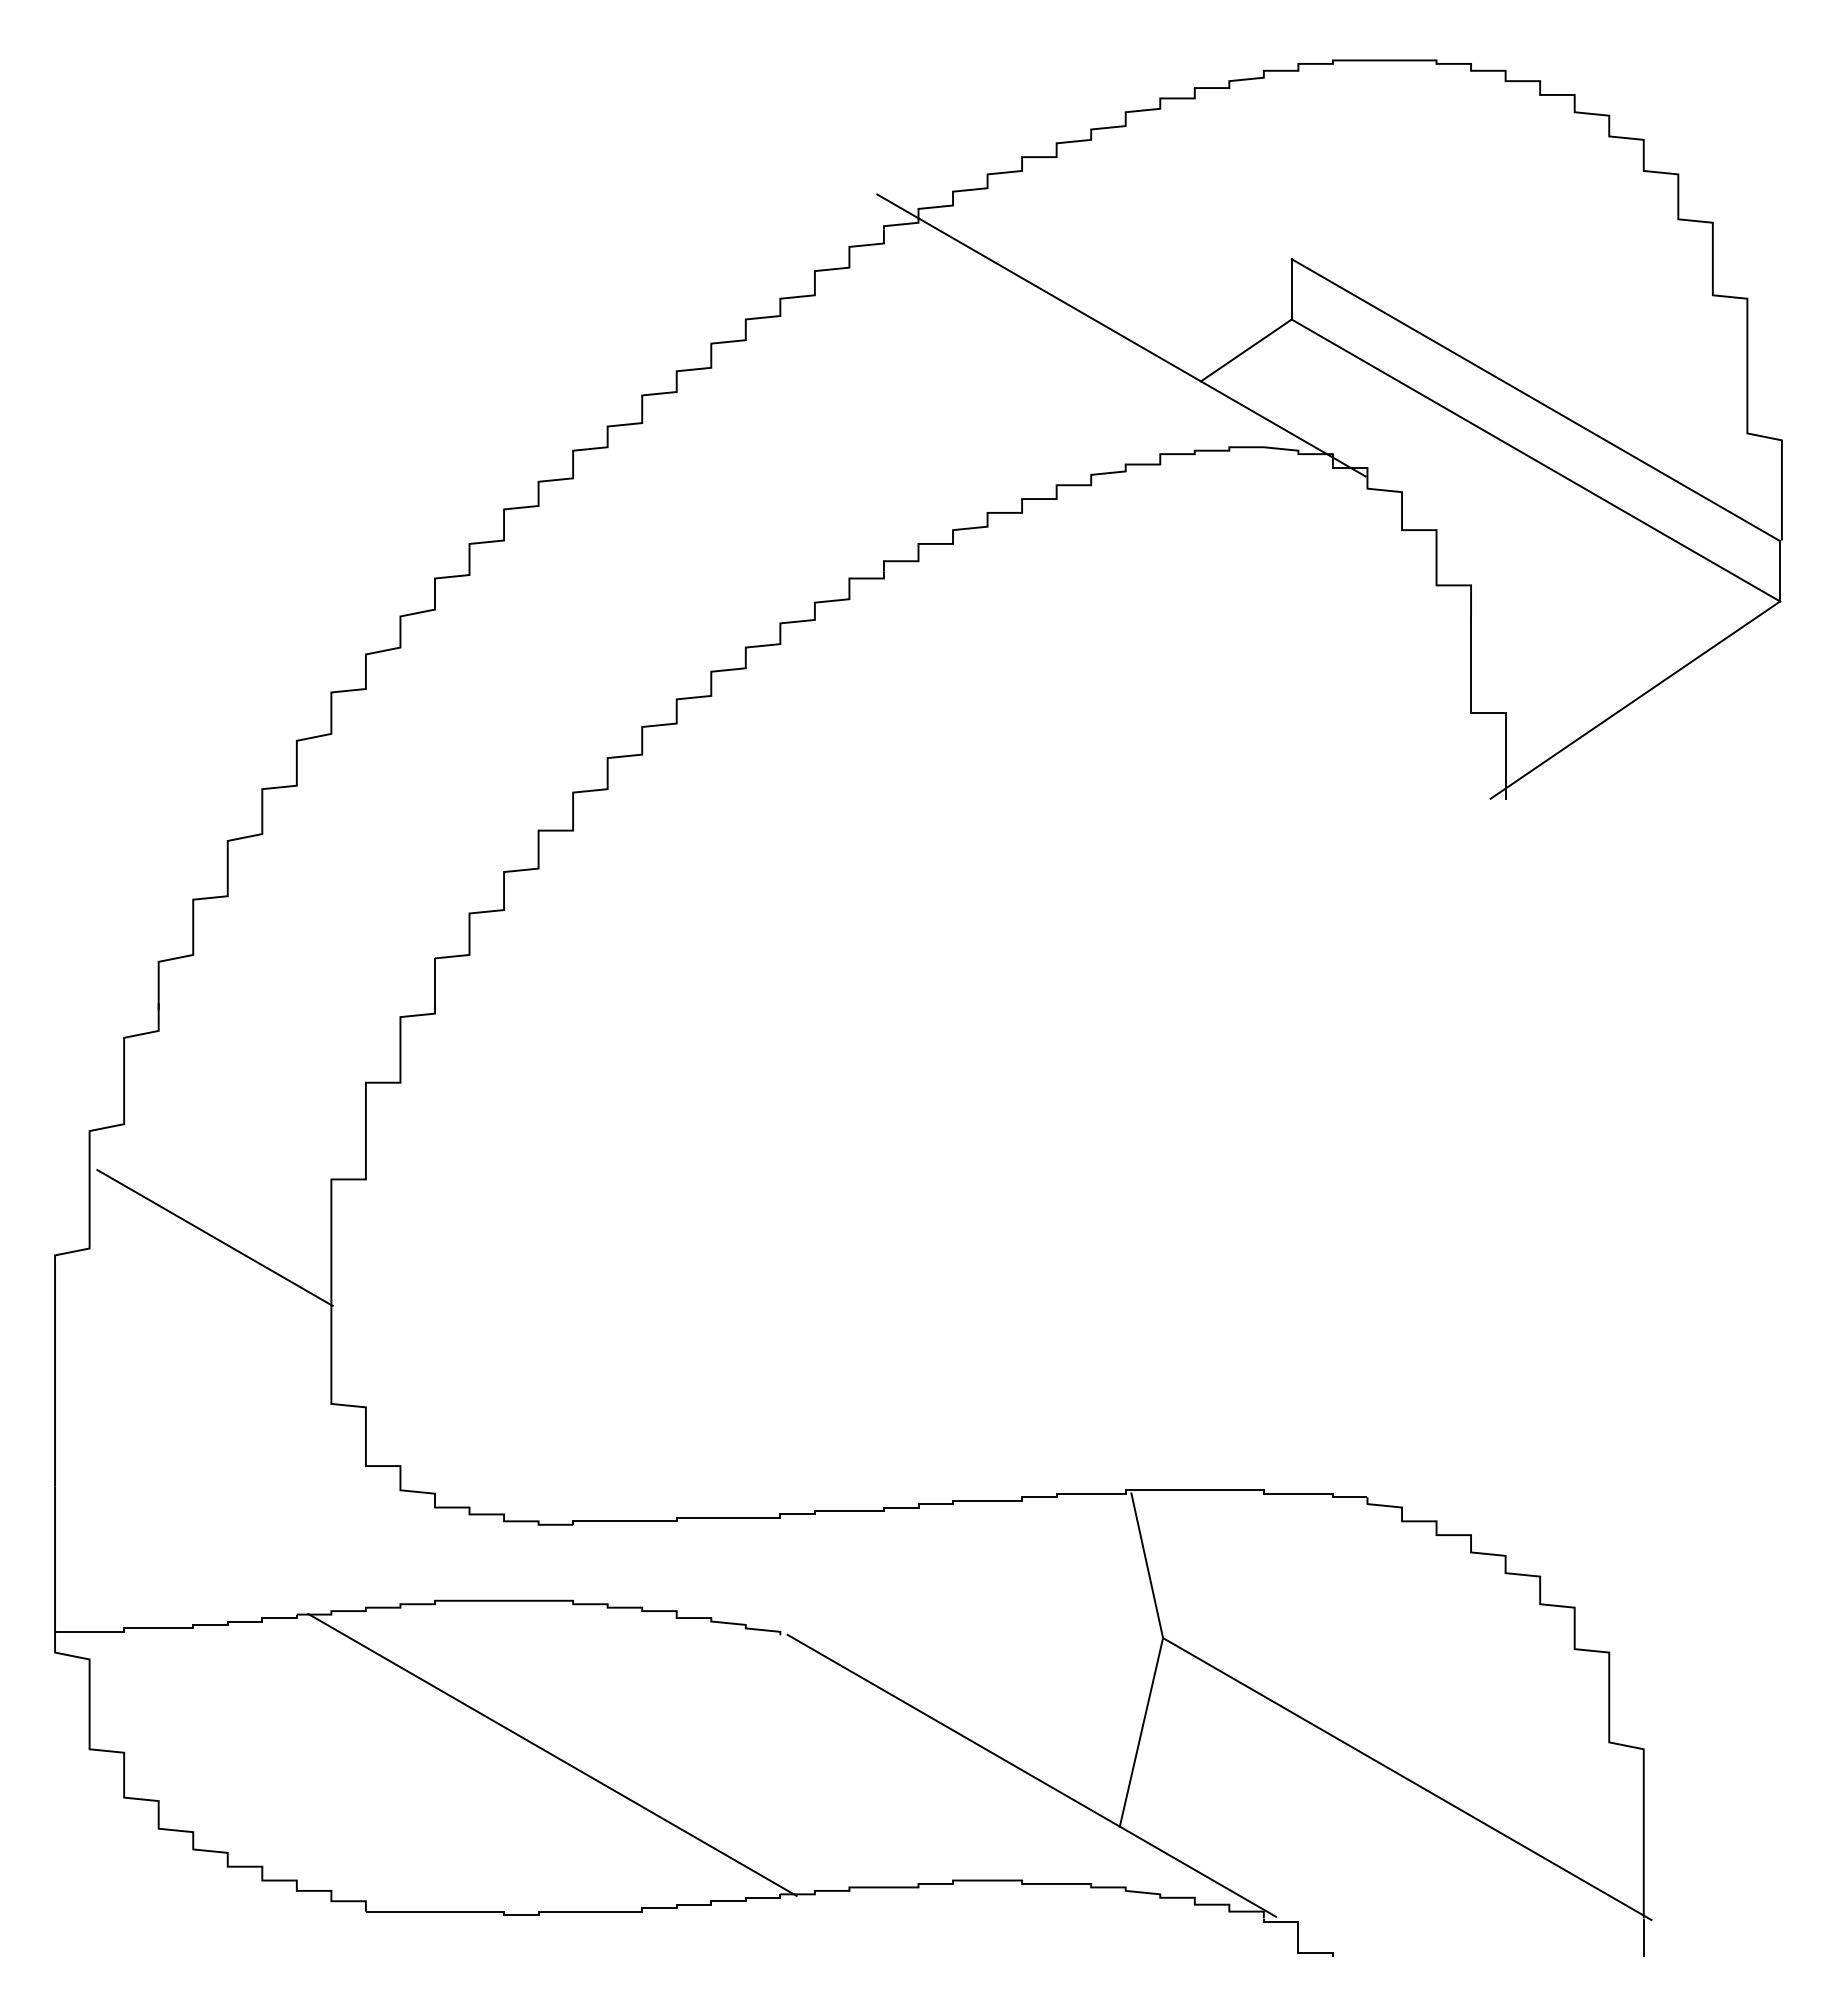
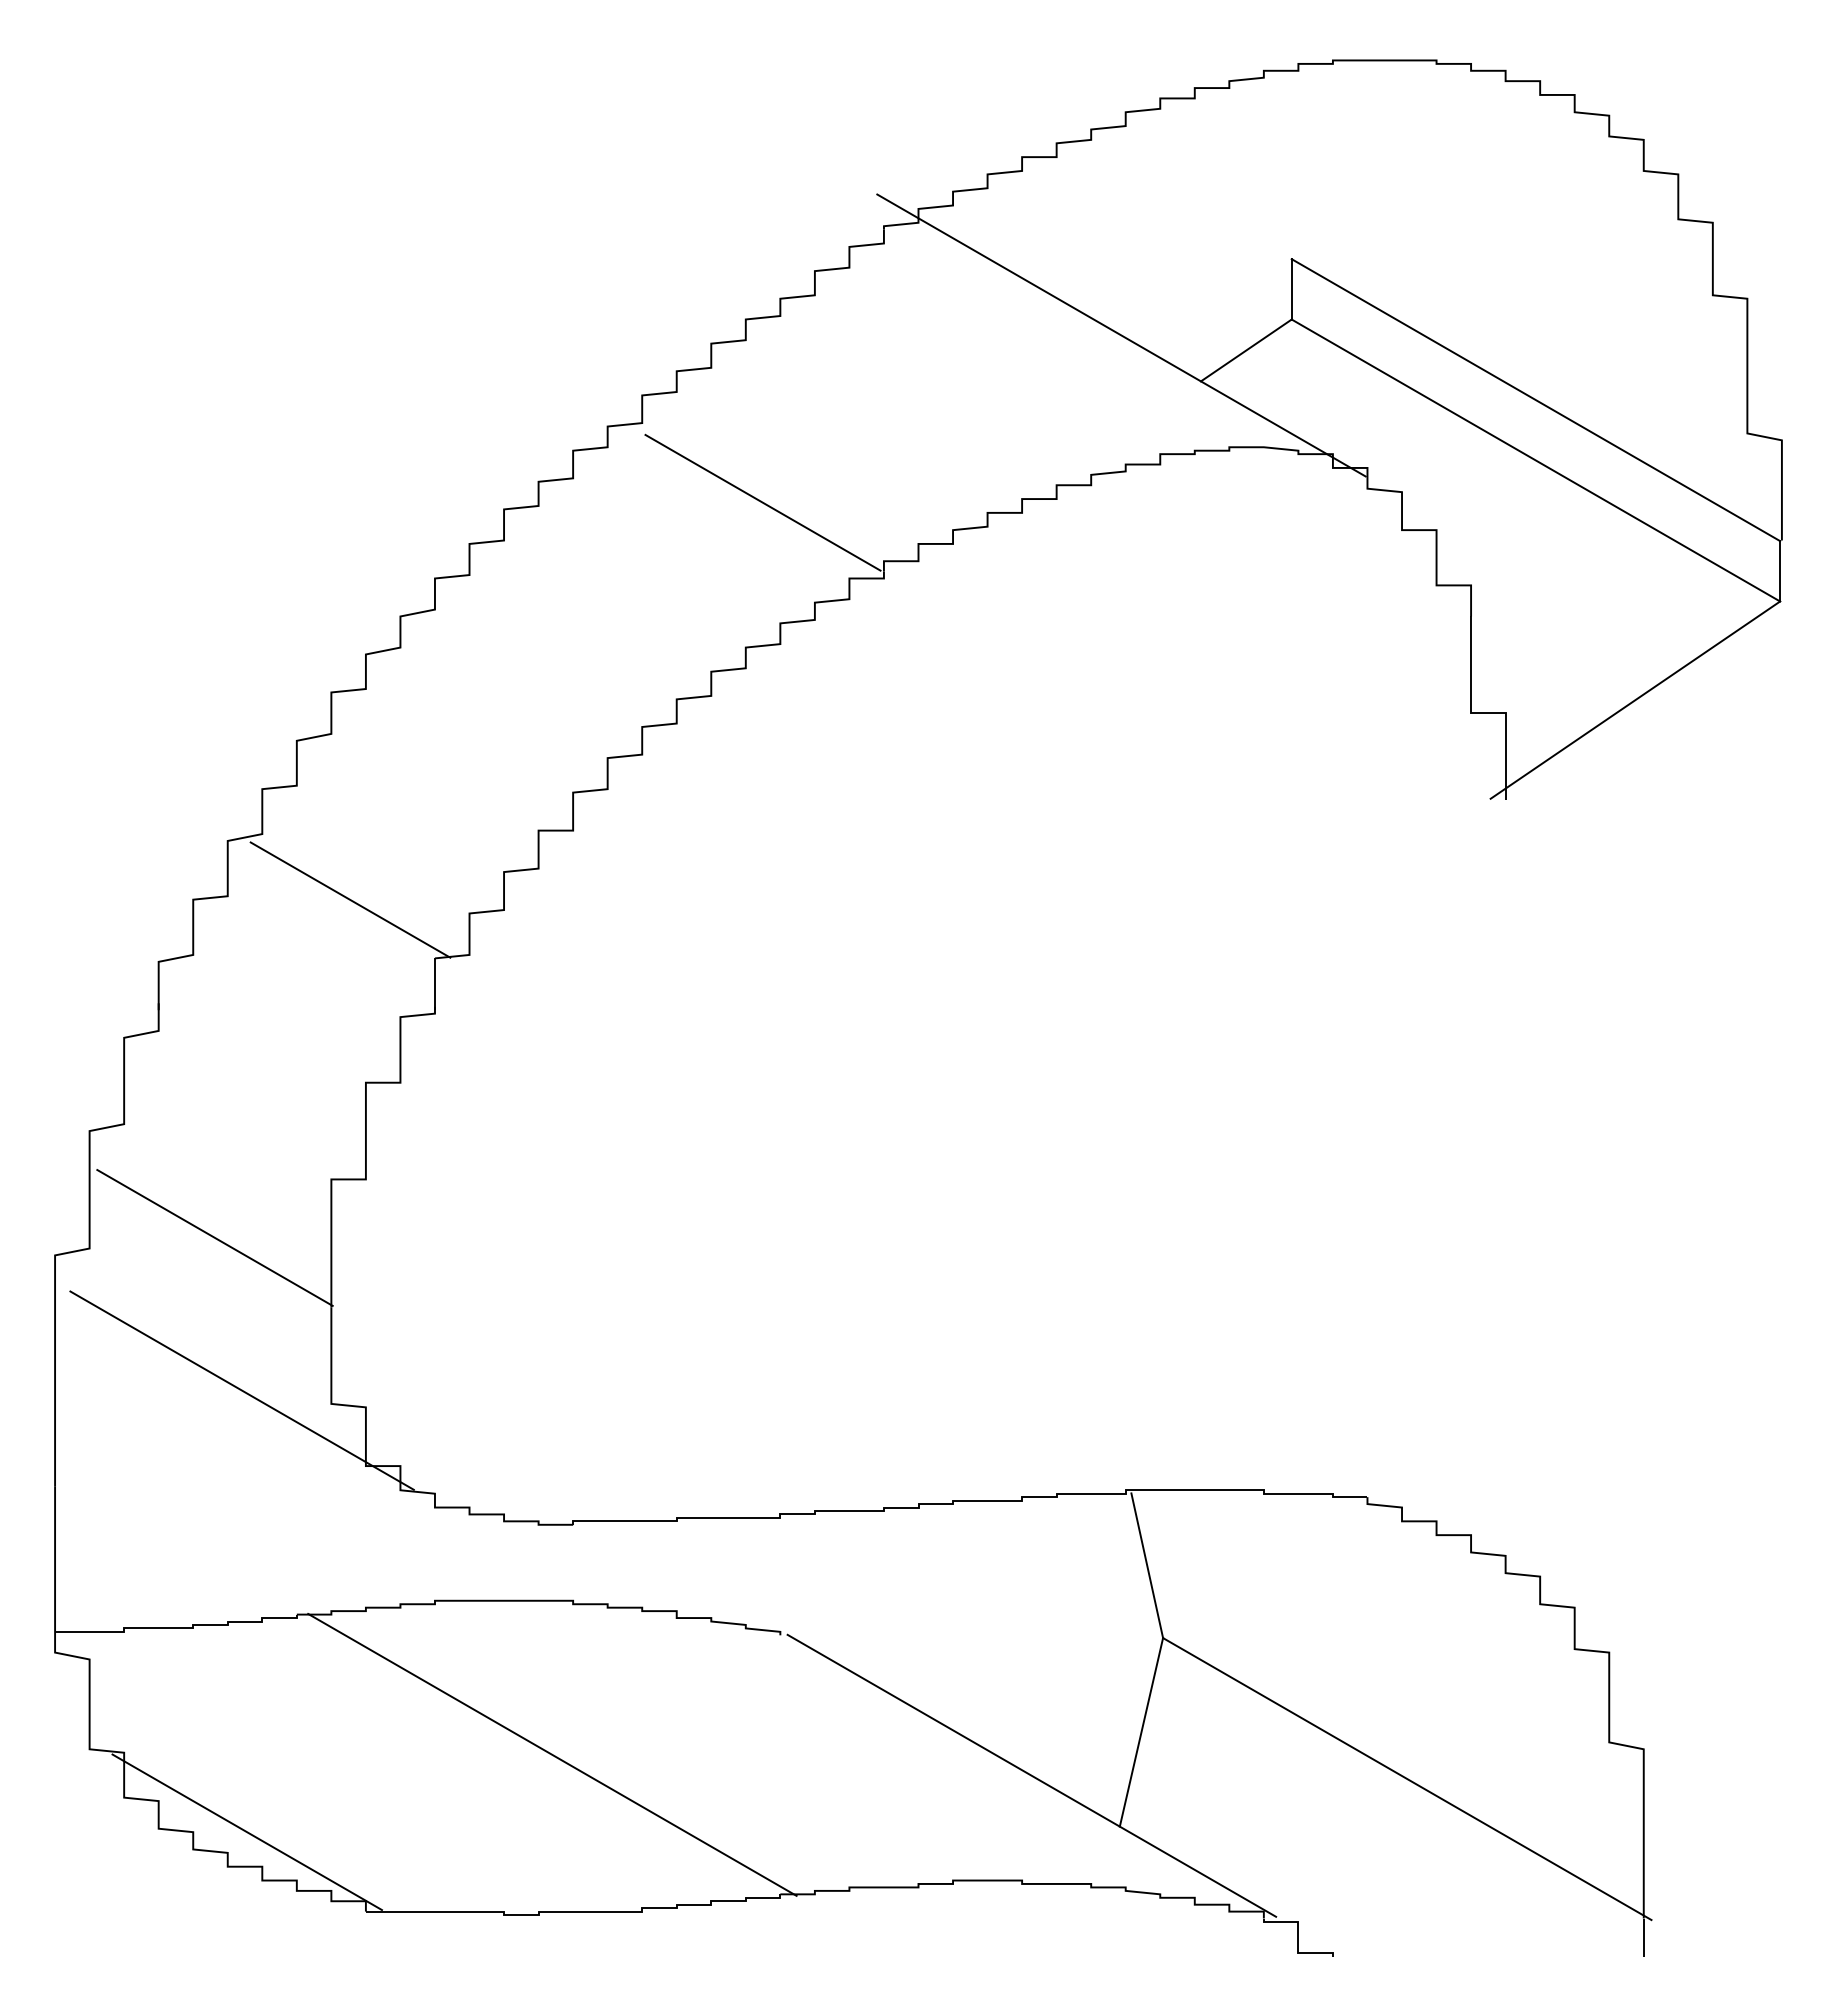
line at (762, 502): none -> present
line at (350, 899): none -> present
line at (241, 1390): none -> present
line at (247, 1832): none -> present
